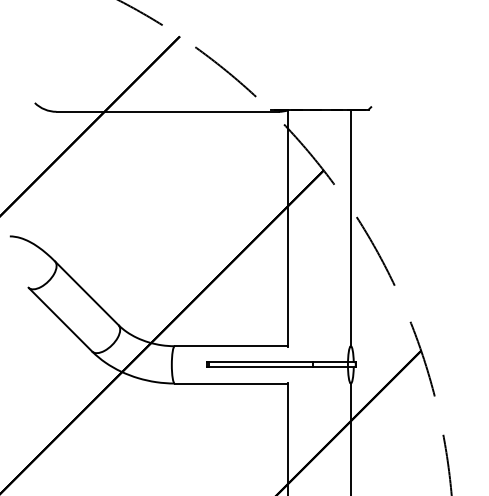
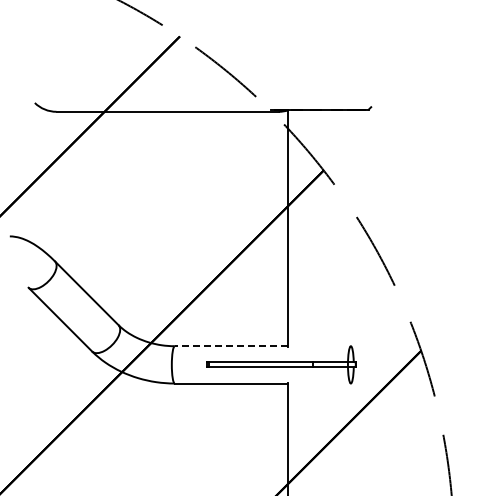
line at (351, 228): present -> none
line at (231, 346): solid -> dashed
line at (351, 437): present -> none
